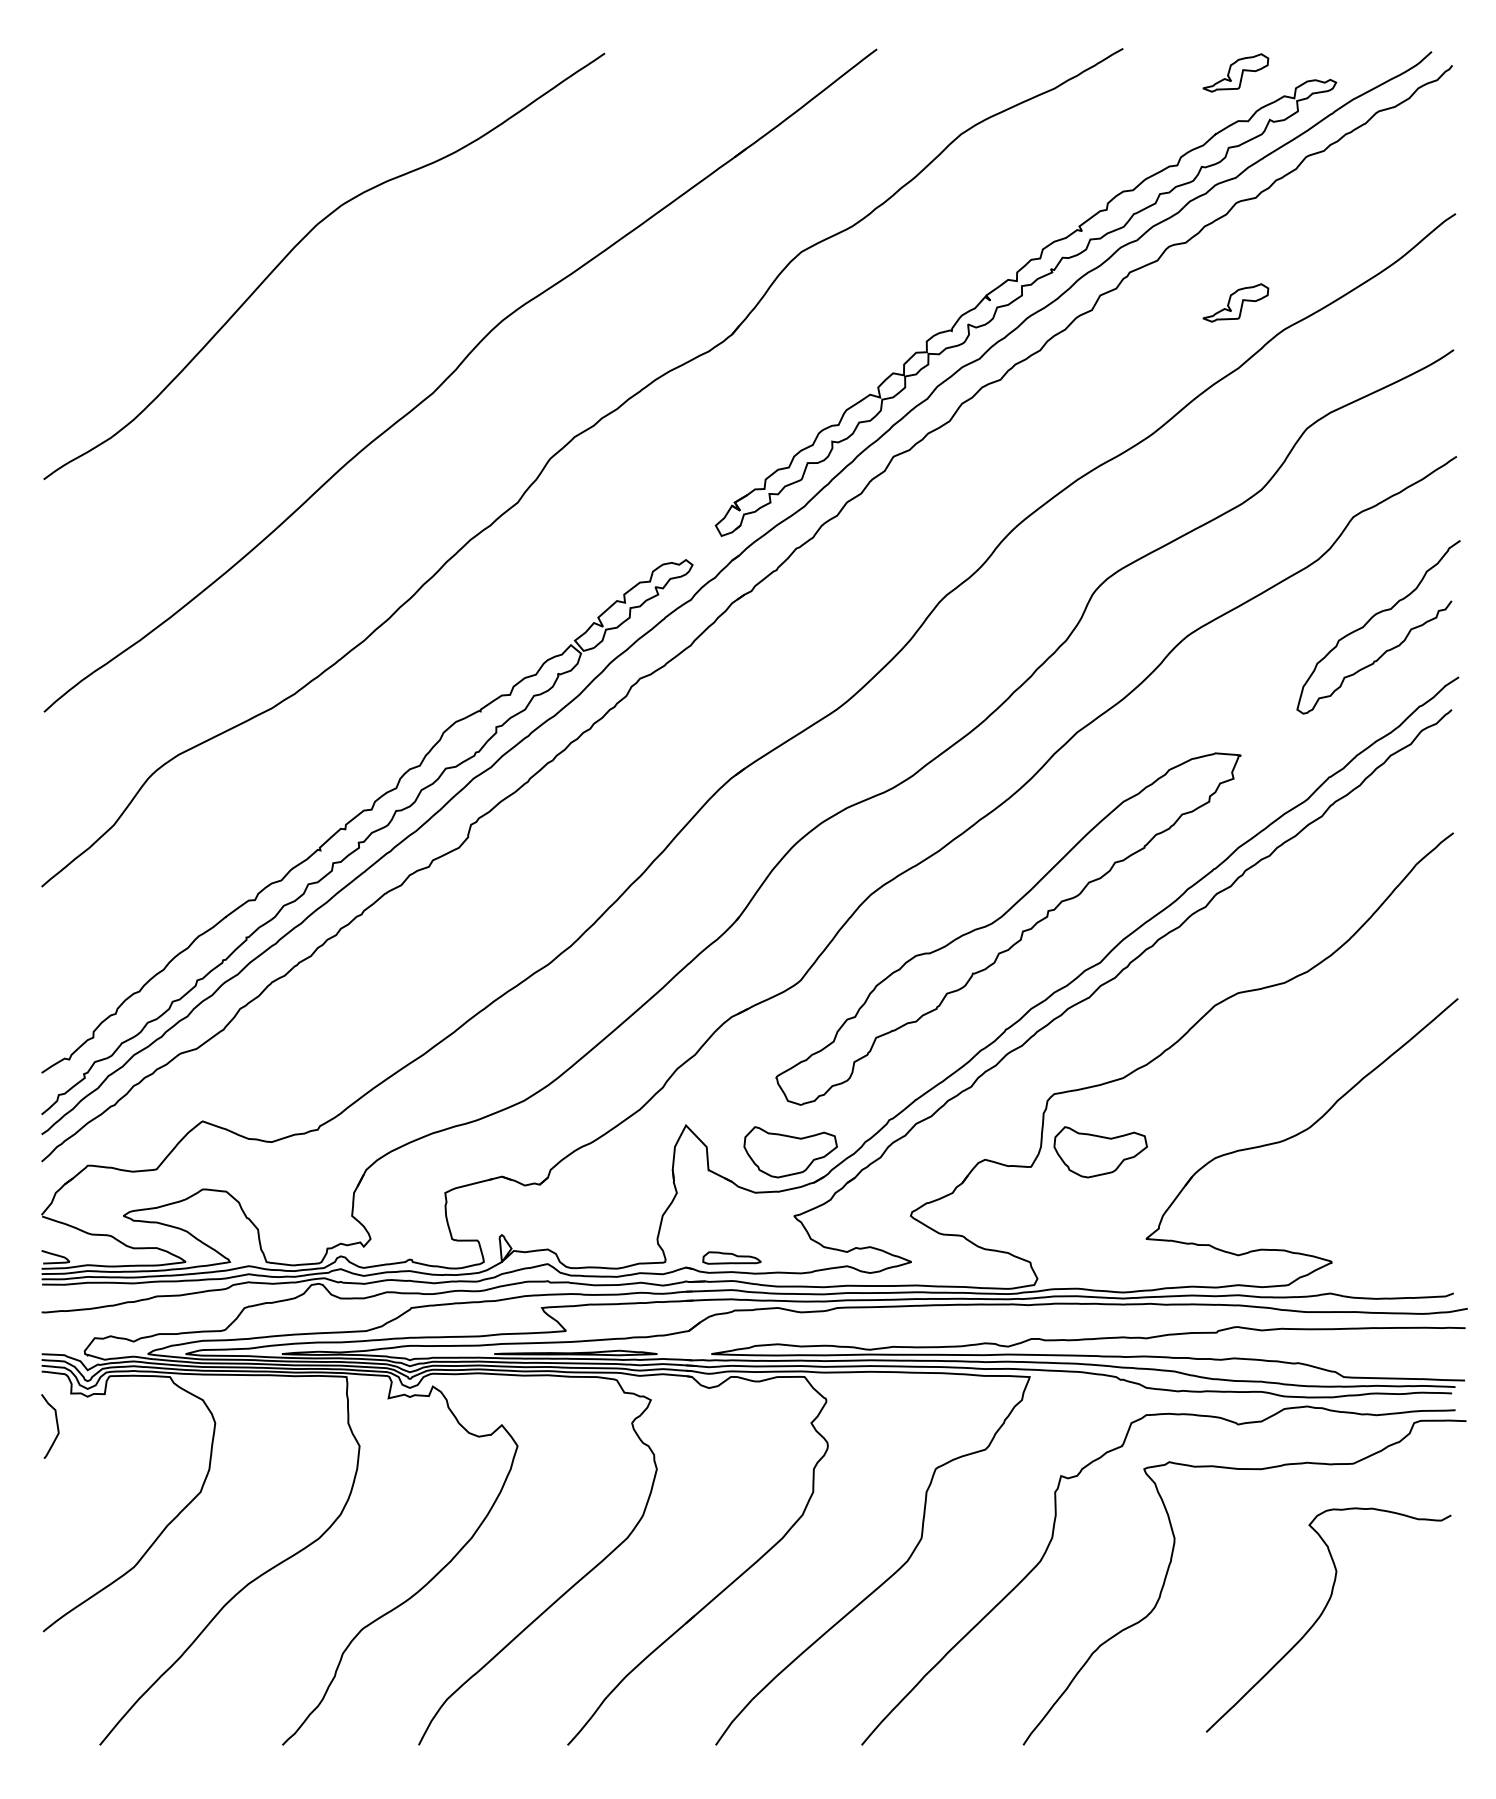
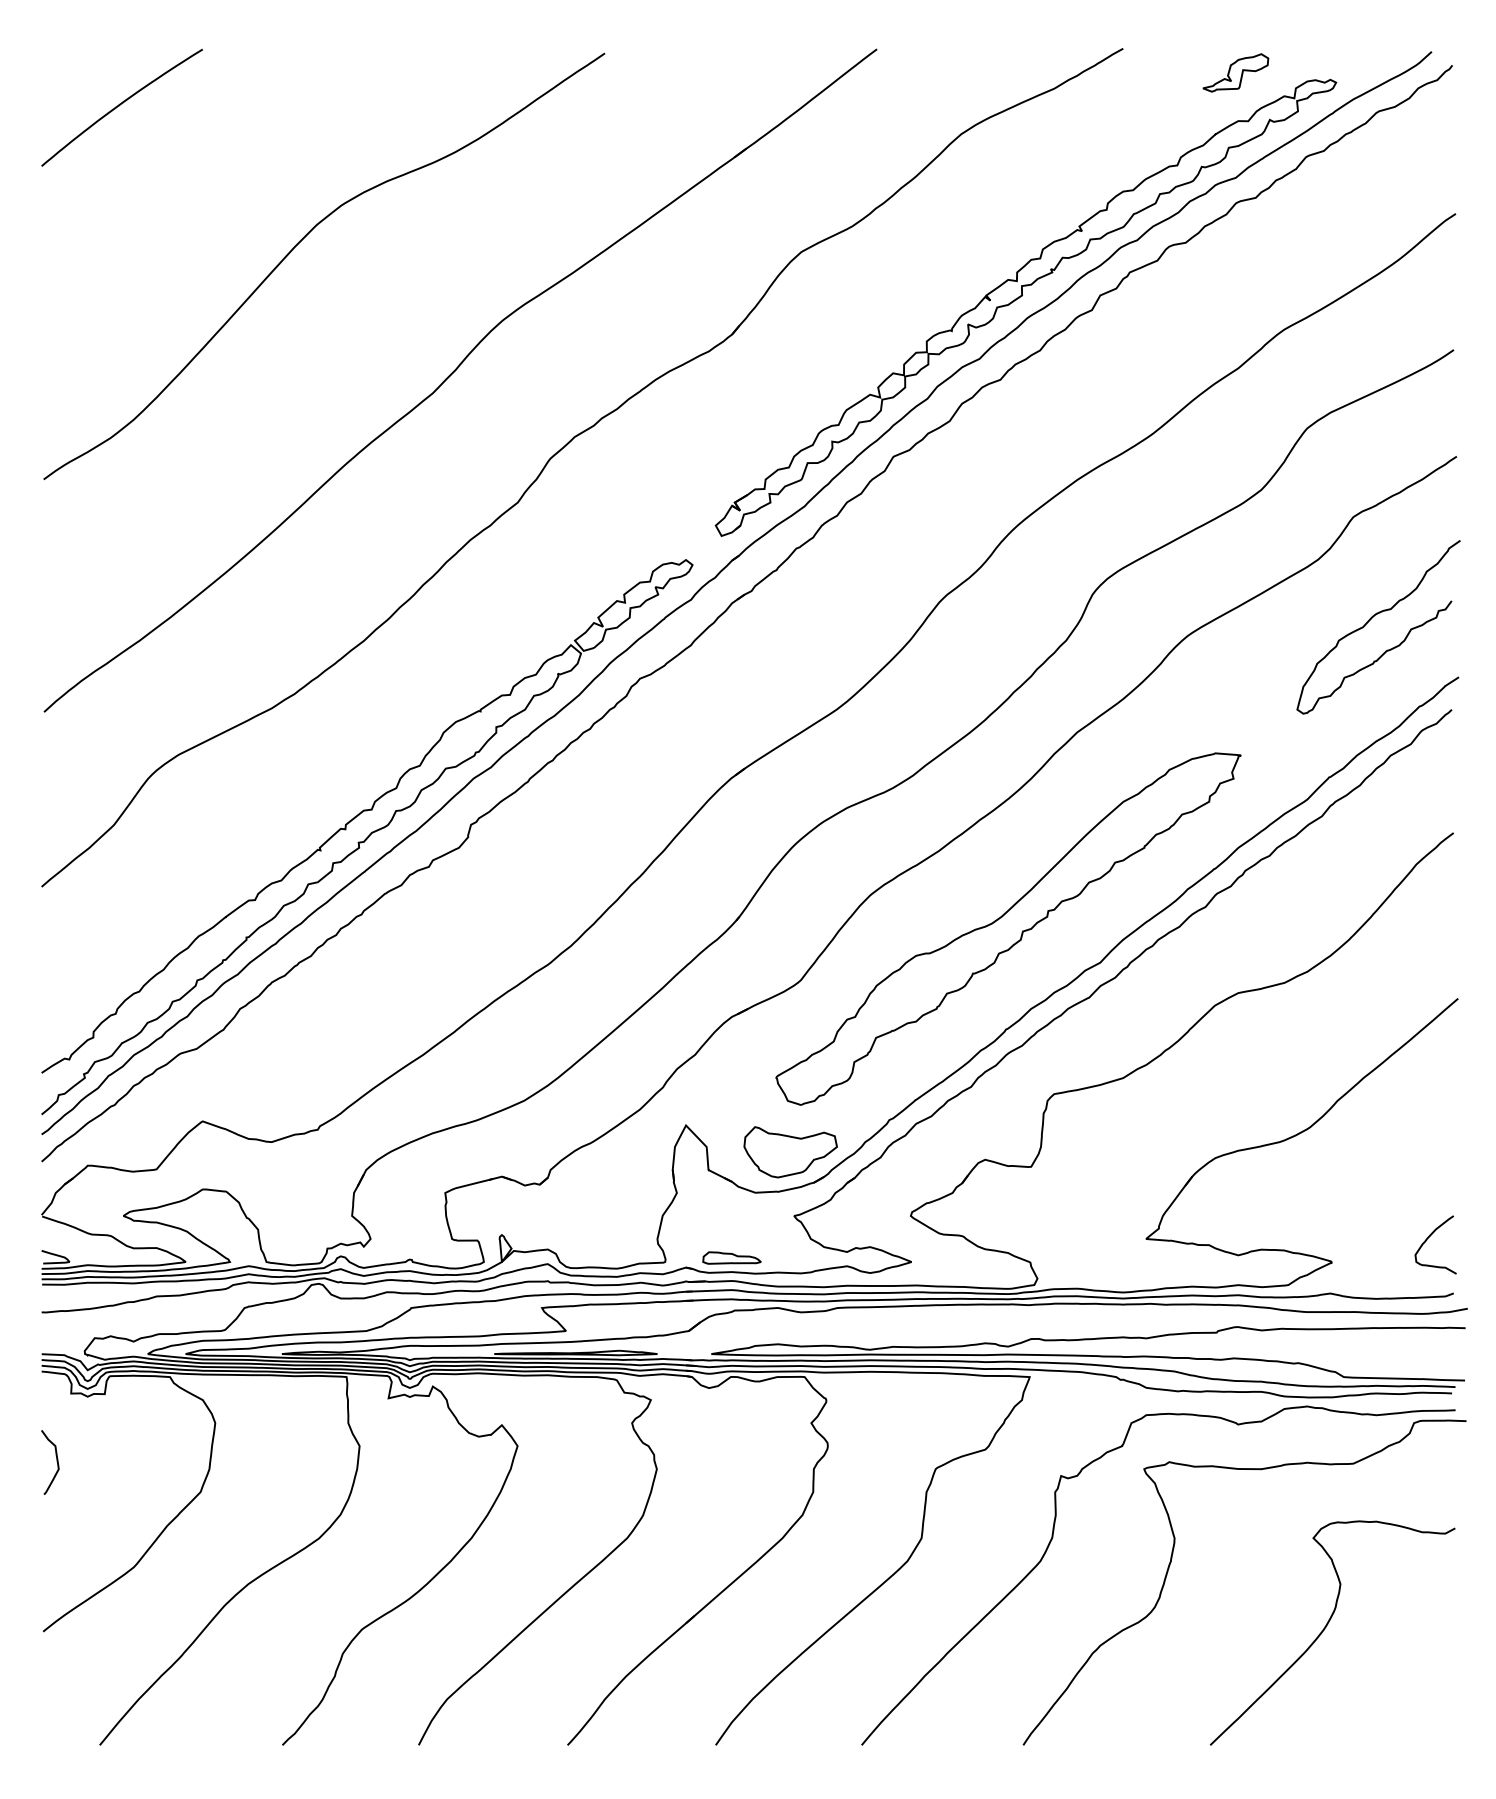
curve at (120, 105): none -> present
part at (1235, 302): present -> none
part at (1100, 1152): present -> none
curve at (1427, 1240): none -> present
curve at (56, 1425) position: (56, 1425) -> (56, 1461)
curve at (1321, 1616) position: (1321, 1616) -> (1325, 1629)
